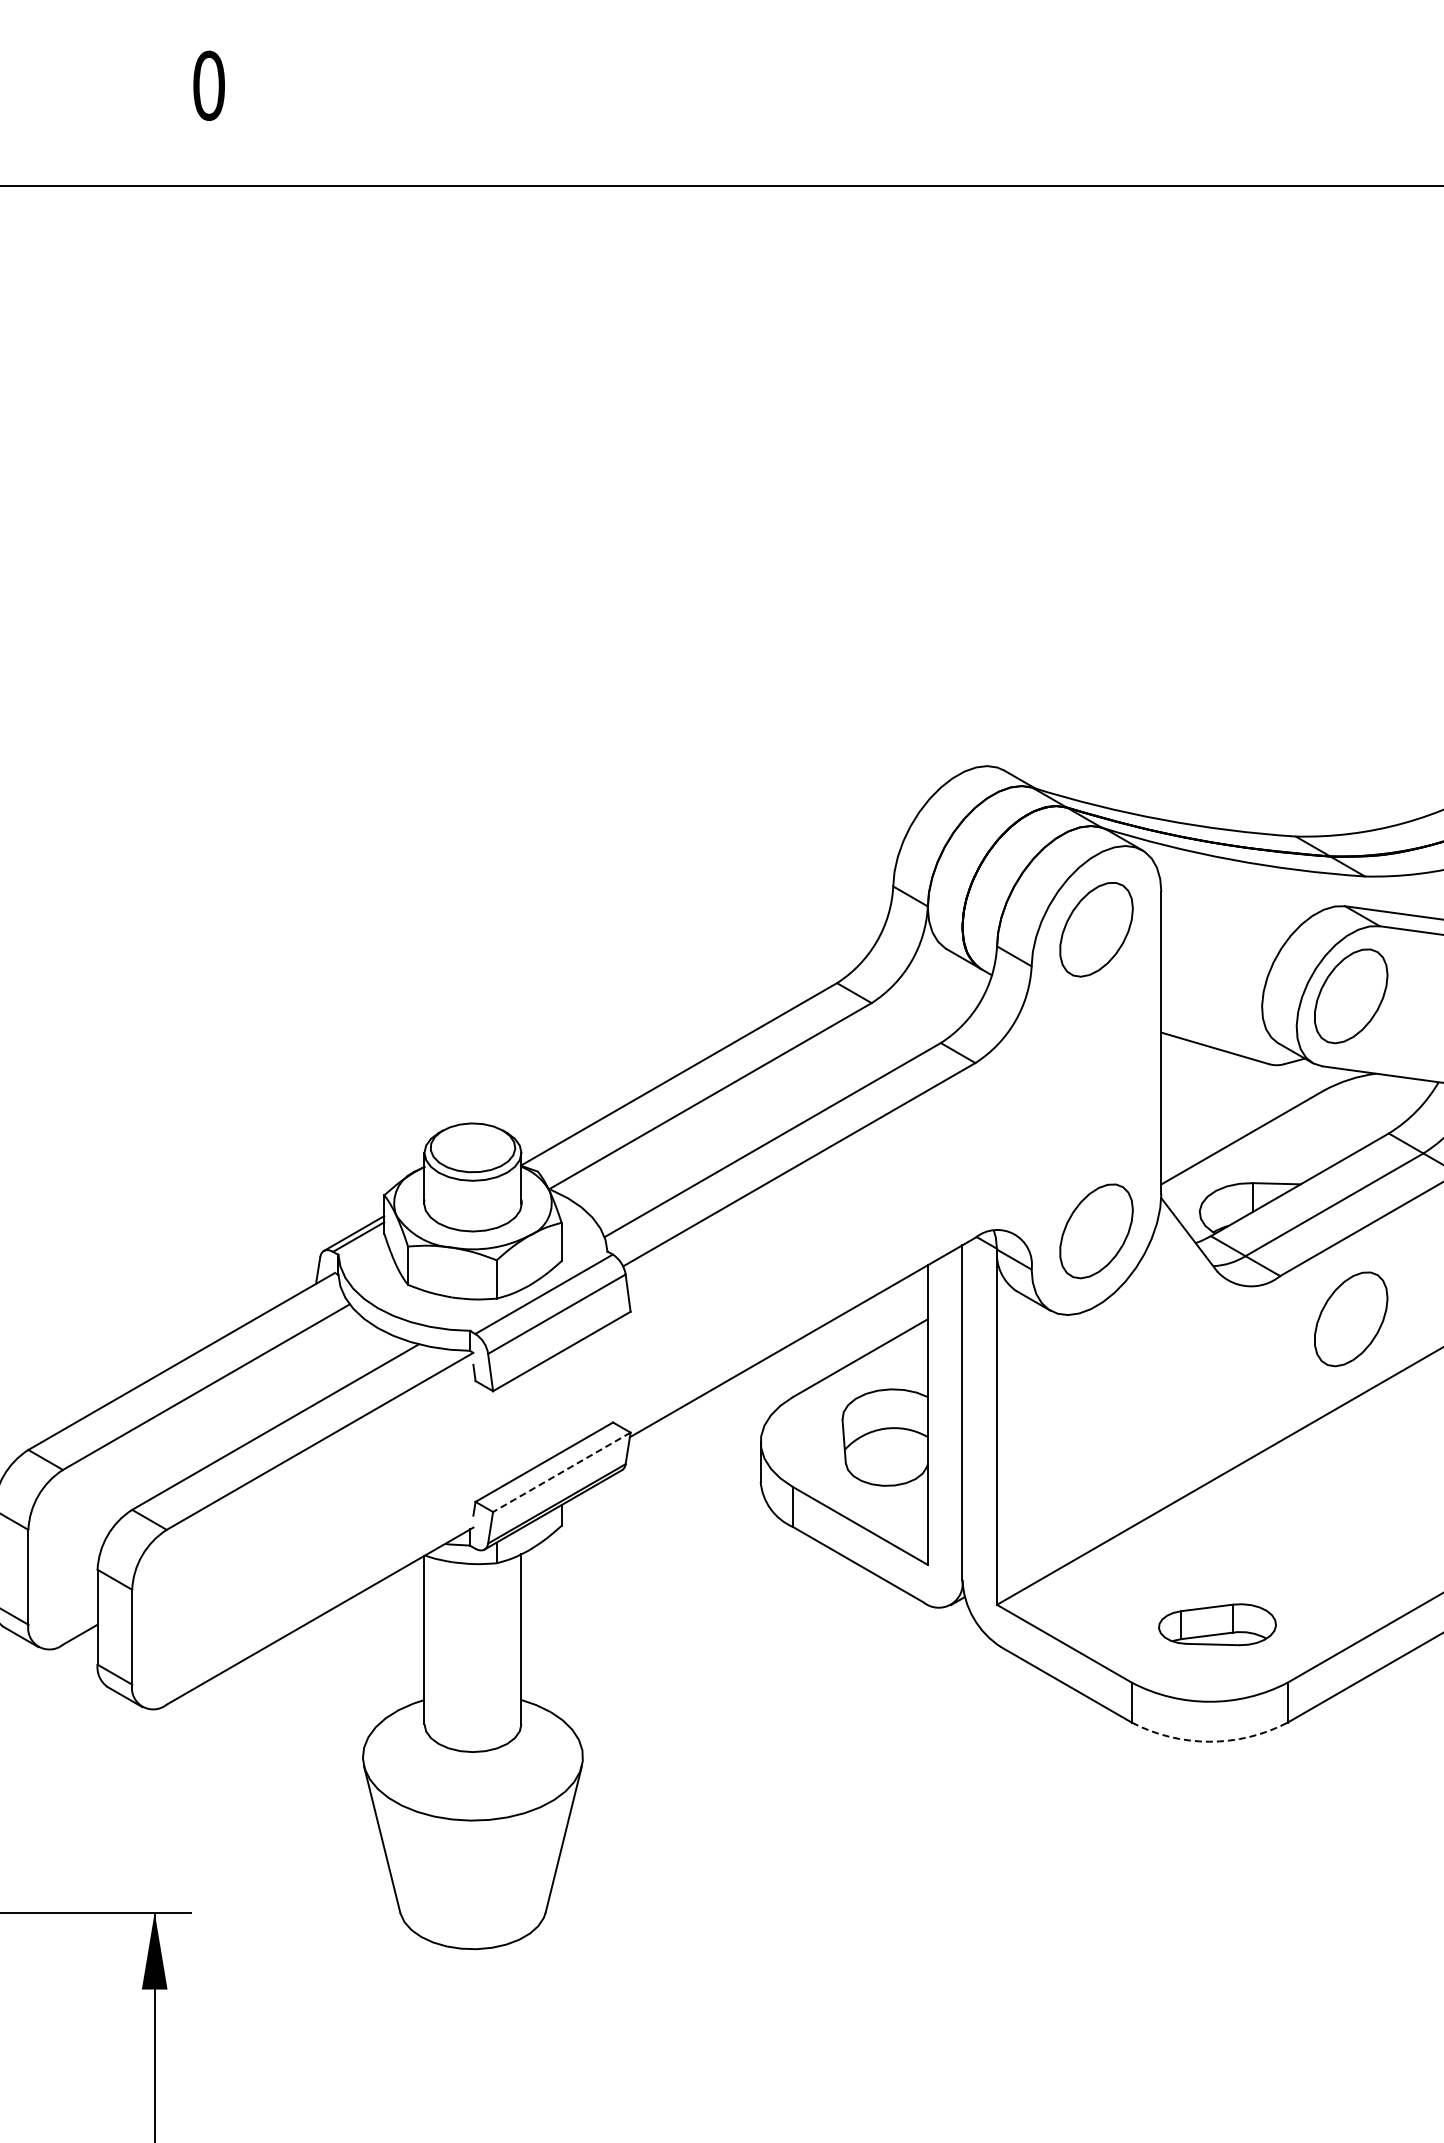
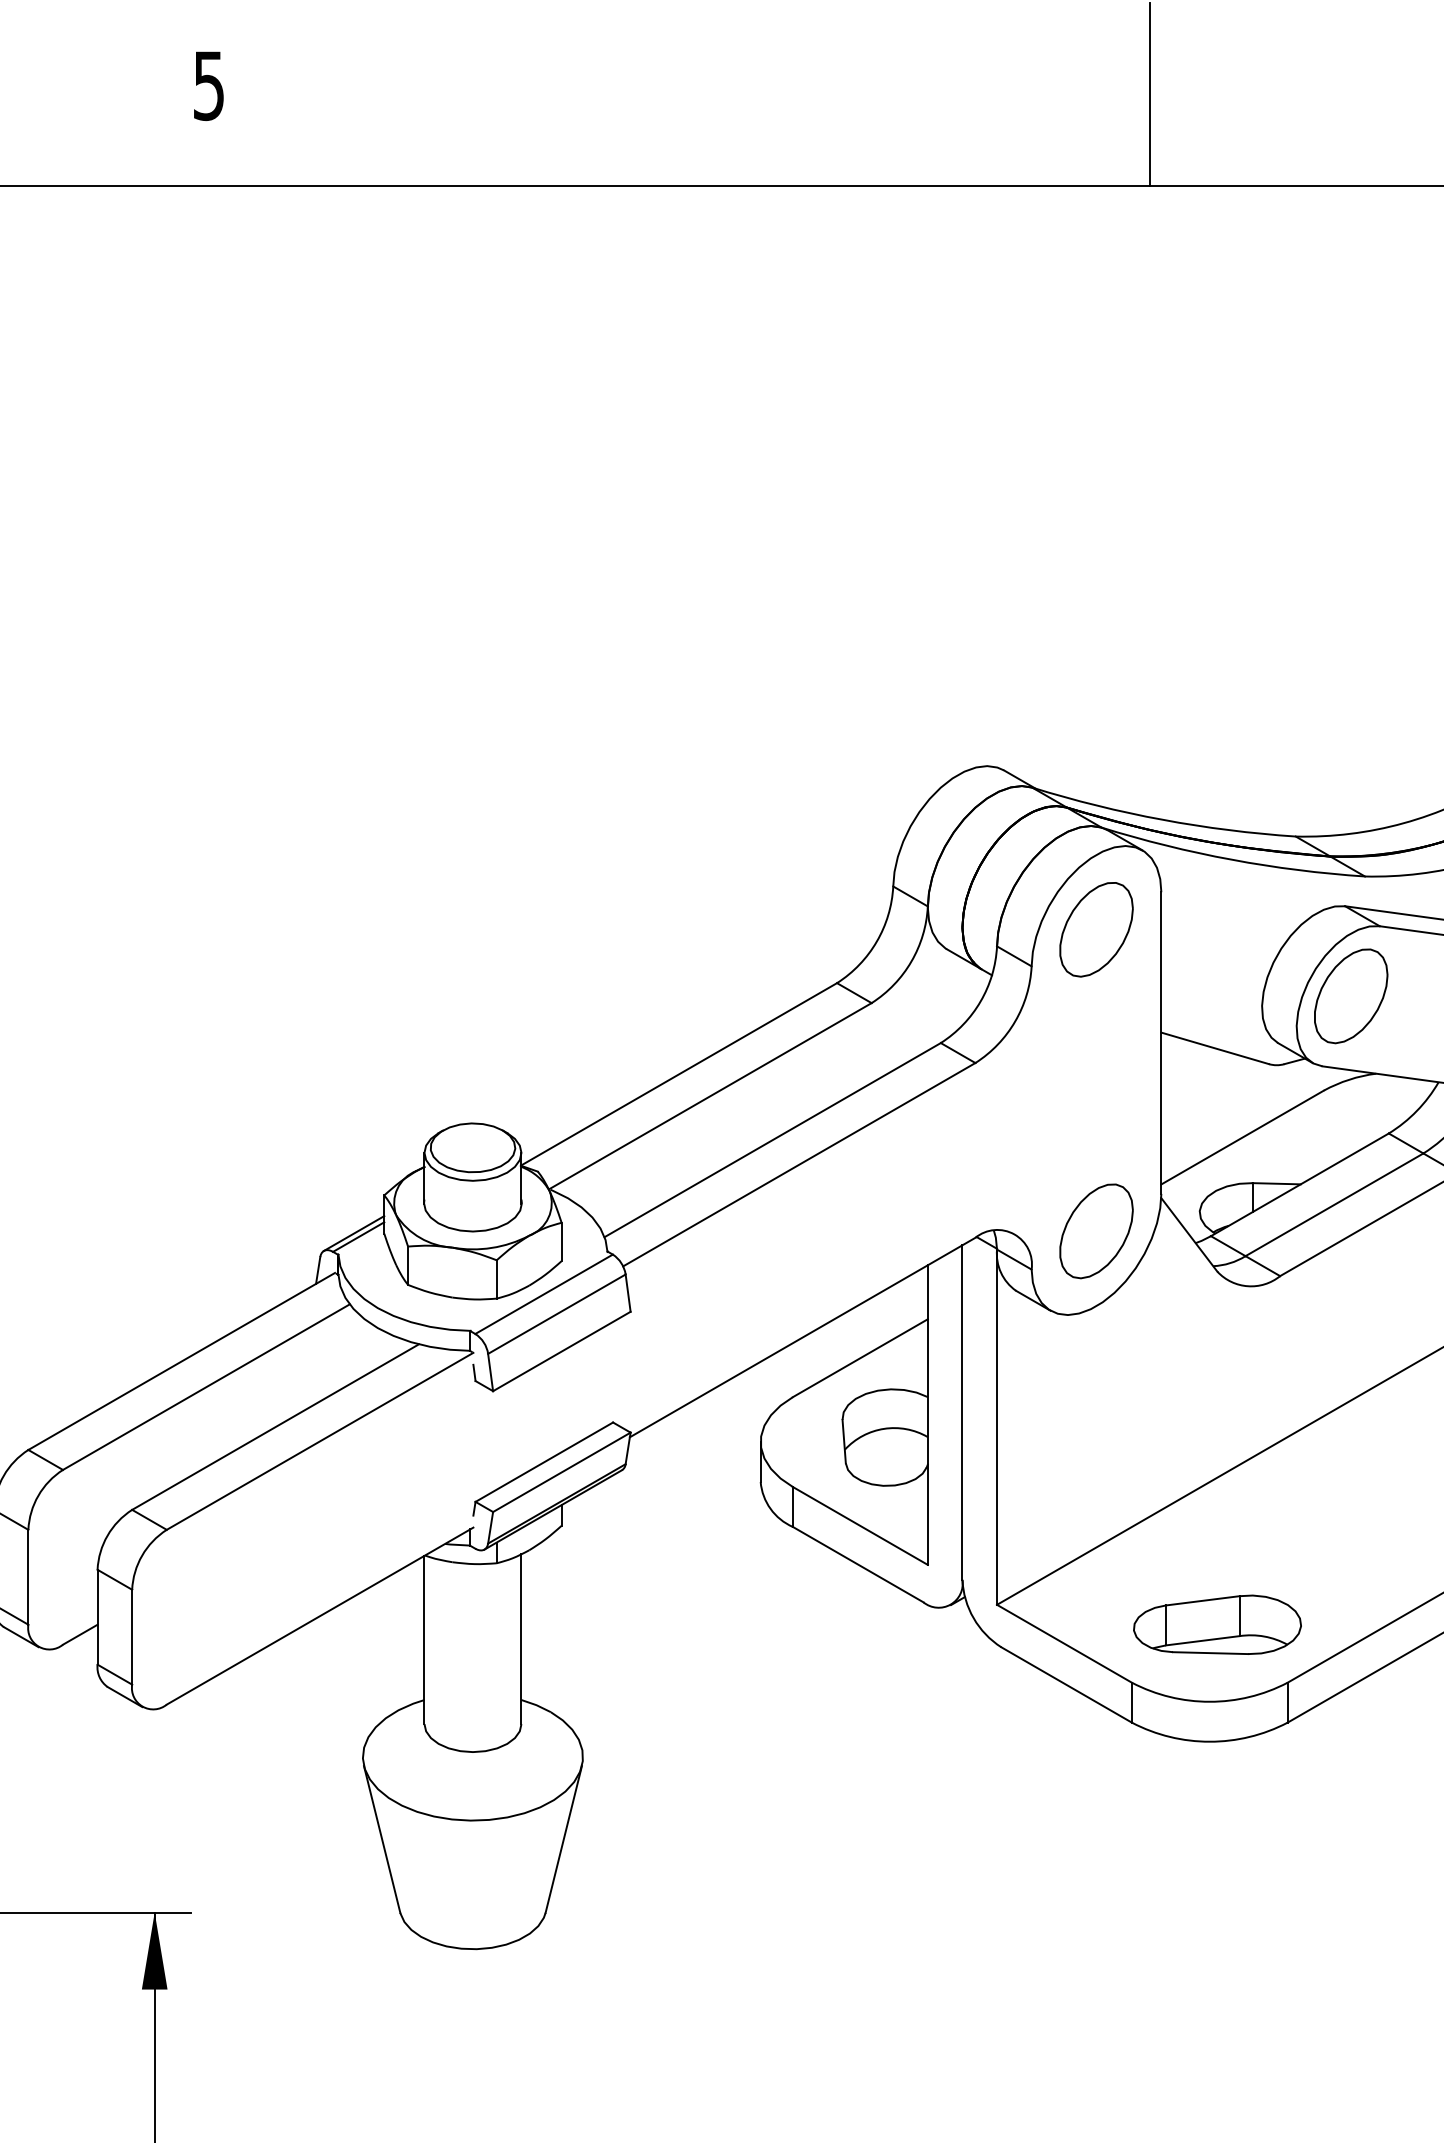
text at (208, 85): 0 -> 5
line at (1150, 94): none -> present
part at (1351, 1319): present -> none
line at (561, 1472): dashed -> solid
part at (1217, 1624) size: 119x44 px -> 169x61 px
arc at (1209, 1741): dashed -> solid
